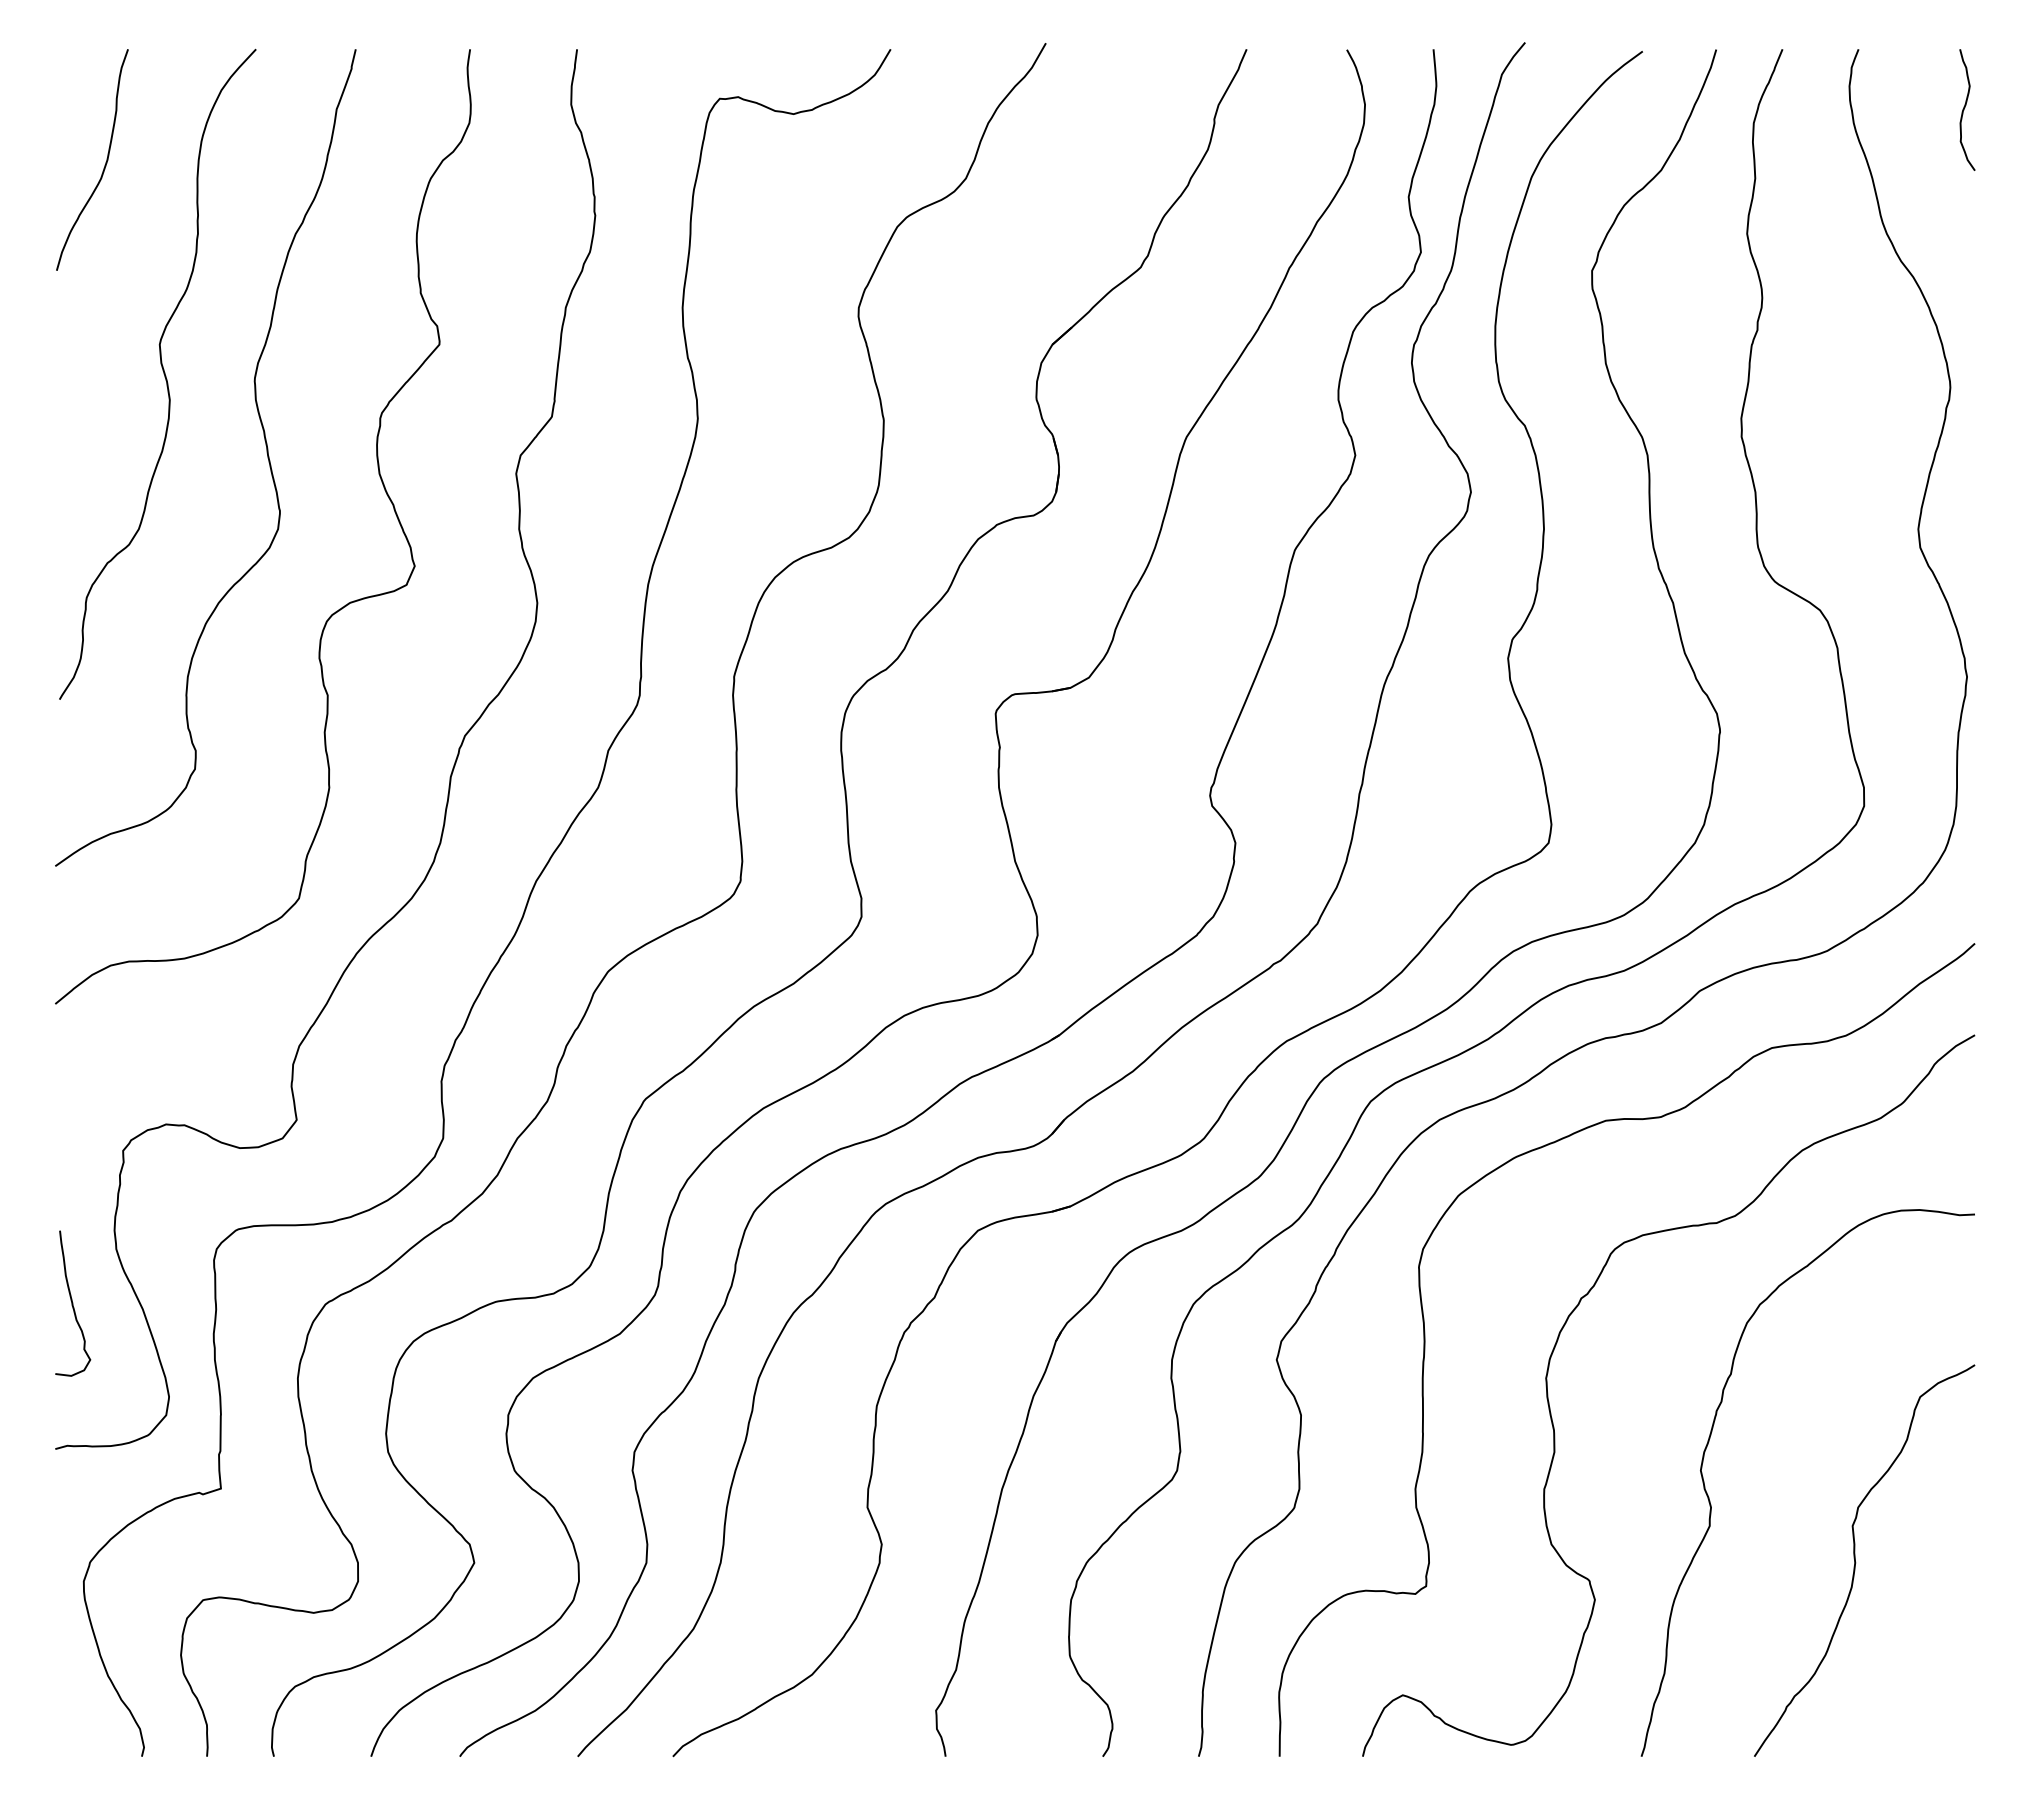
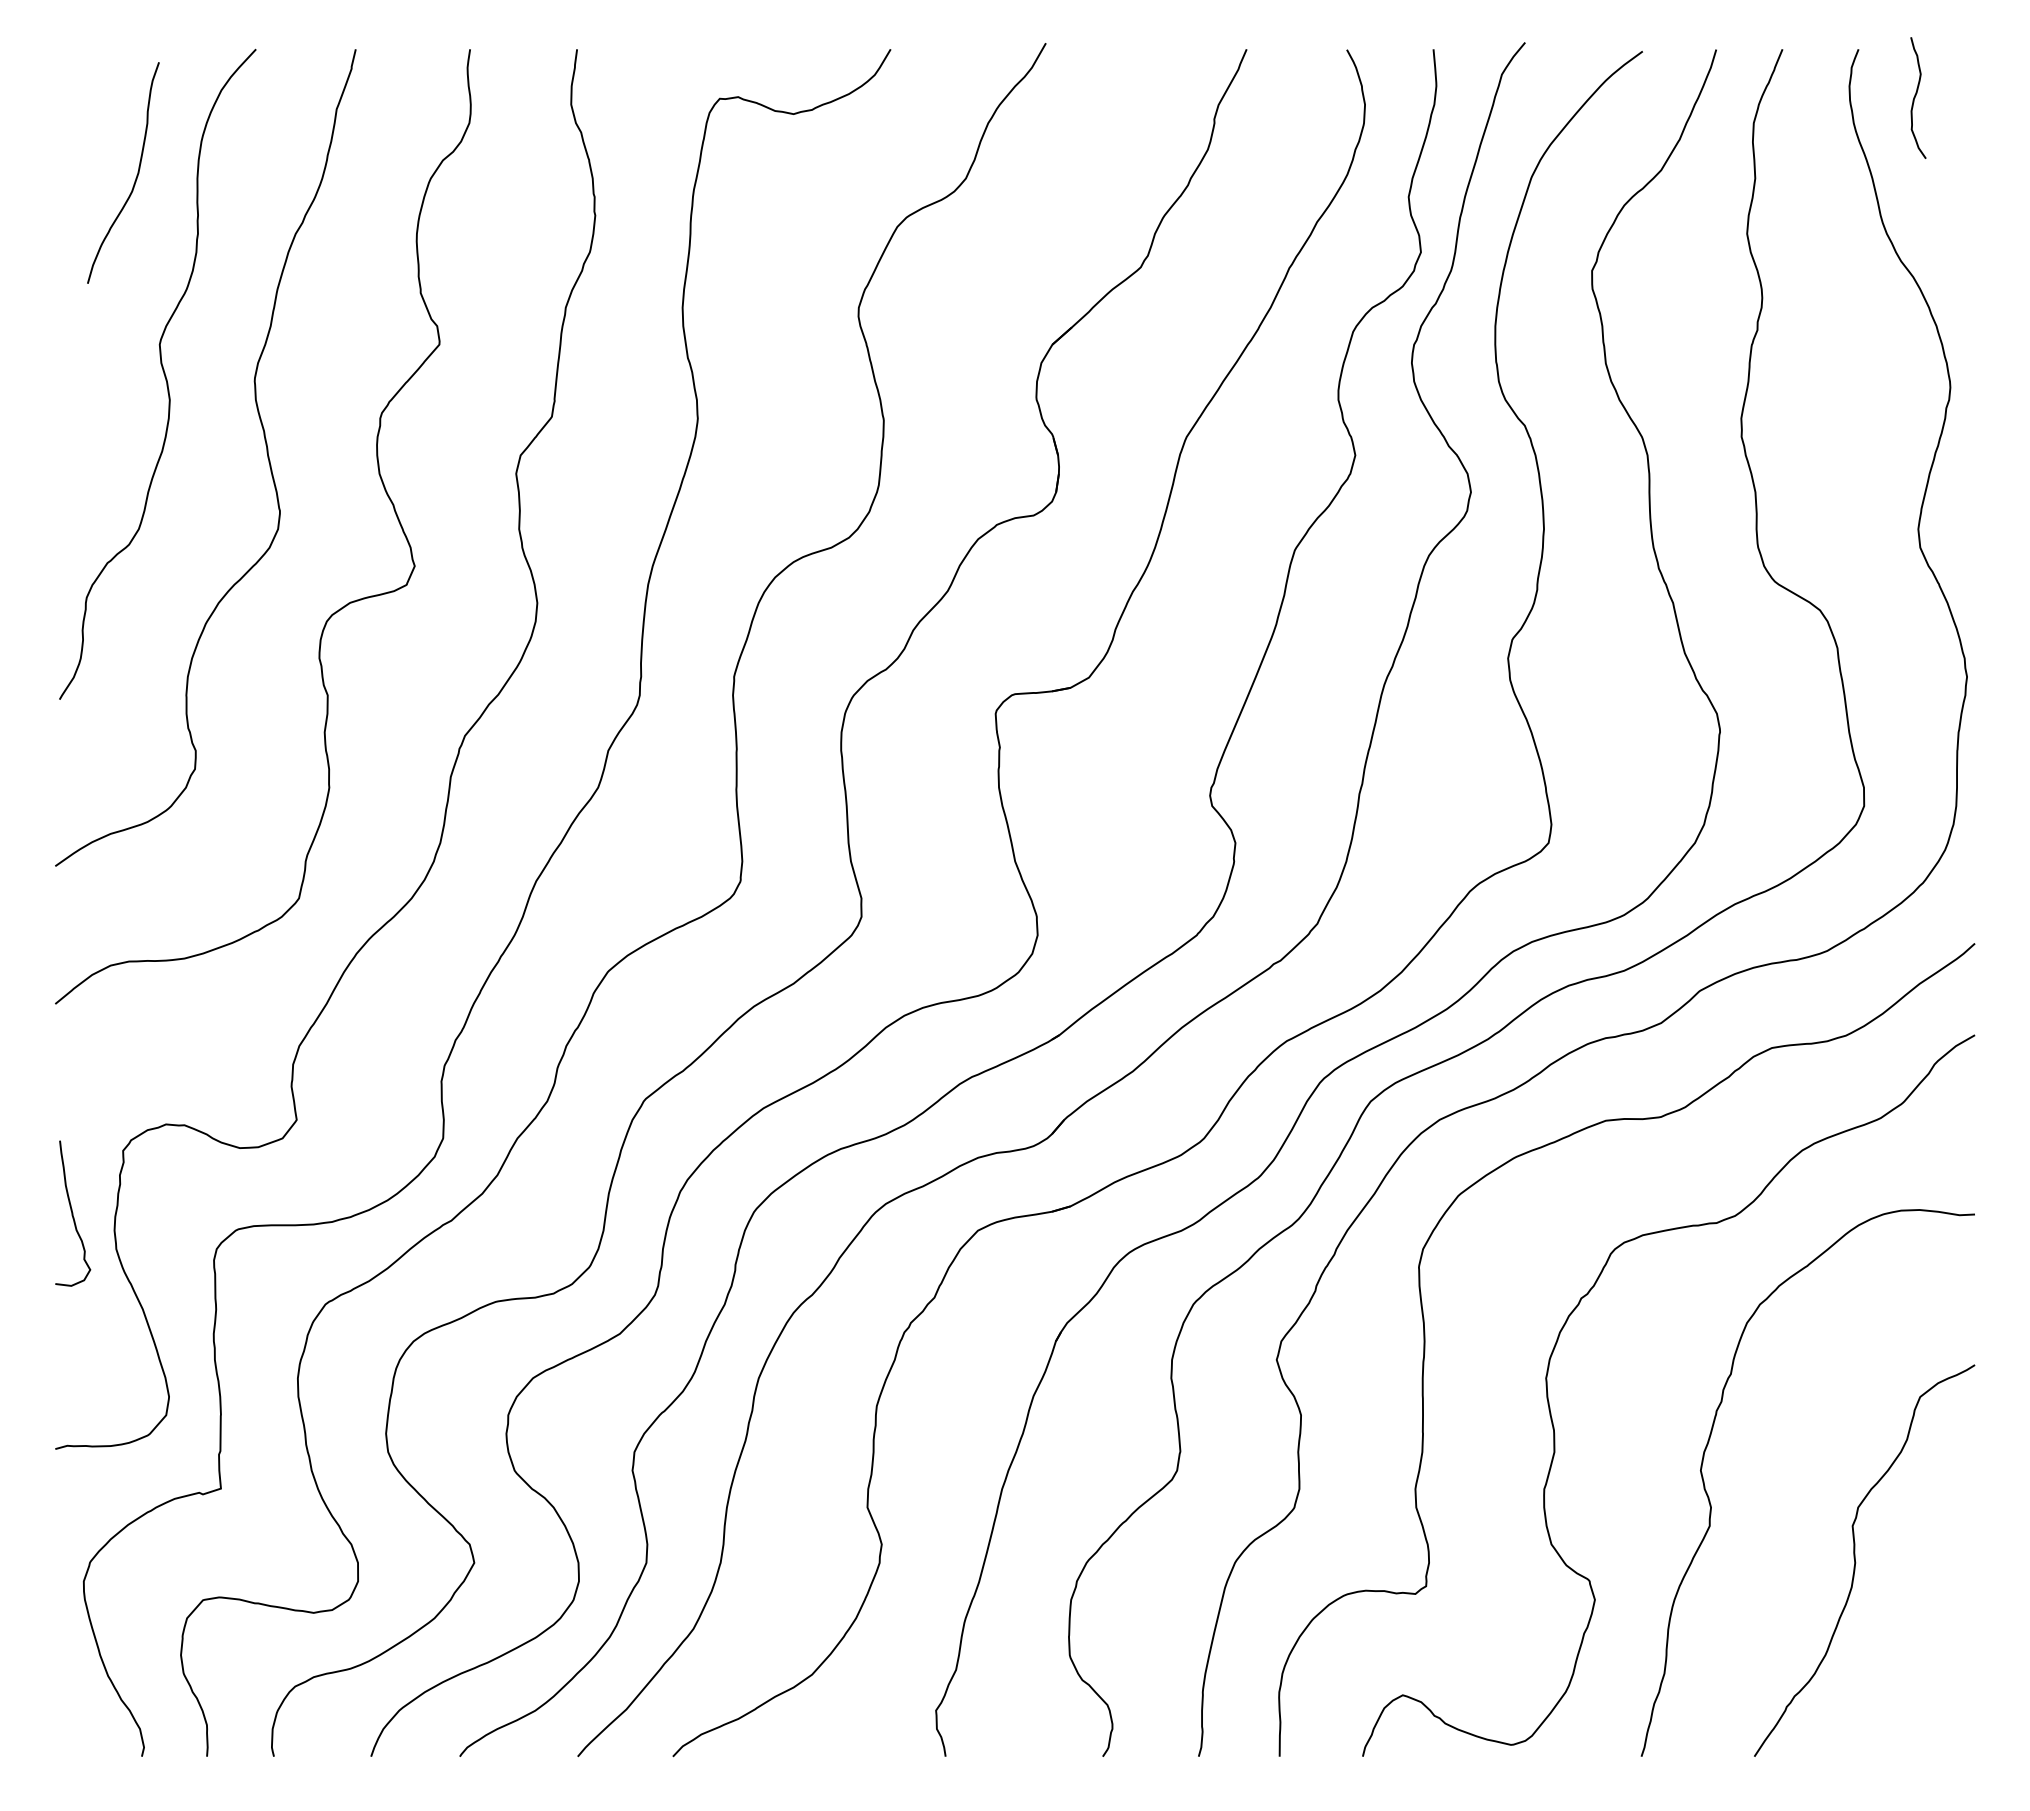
curve at (1965, 107) position: (1965, 107) -> (1916, 95)
curve at (105, 162) position: (105, 162) -> (136, 175)
curve at (73, 1303) position: (73, 1303) -> (73, 1213)
